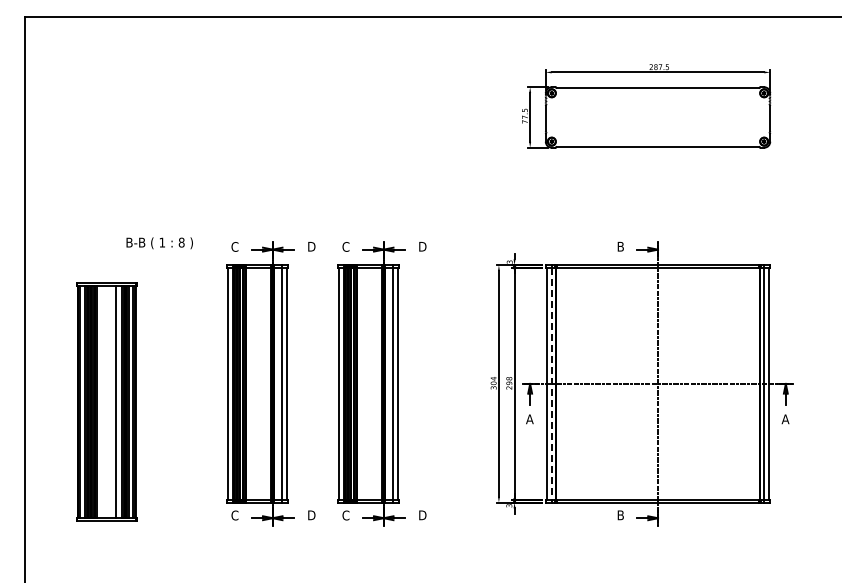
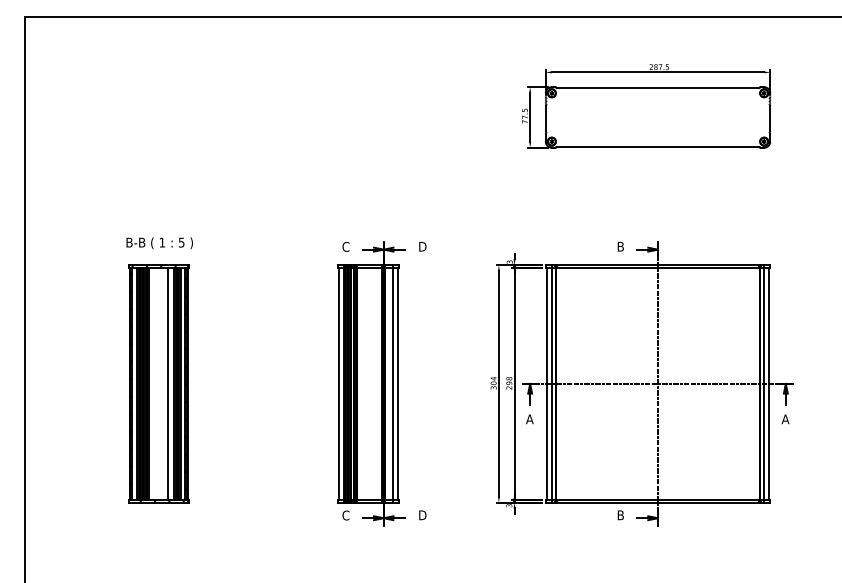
text at (181, 242): 8 -> 5
part at (270, 383): present -> none
line at (551, 384): dashed -> solid
part at (106, 401) position: (106, 401) -> (158, 383)
